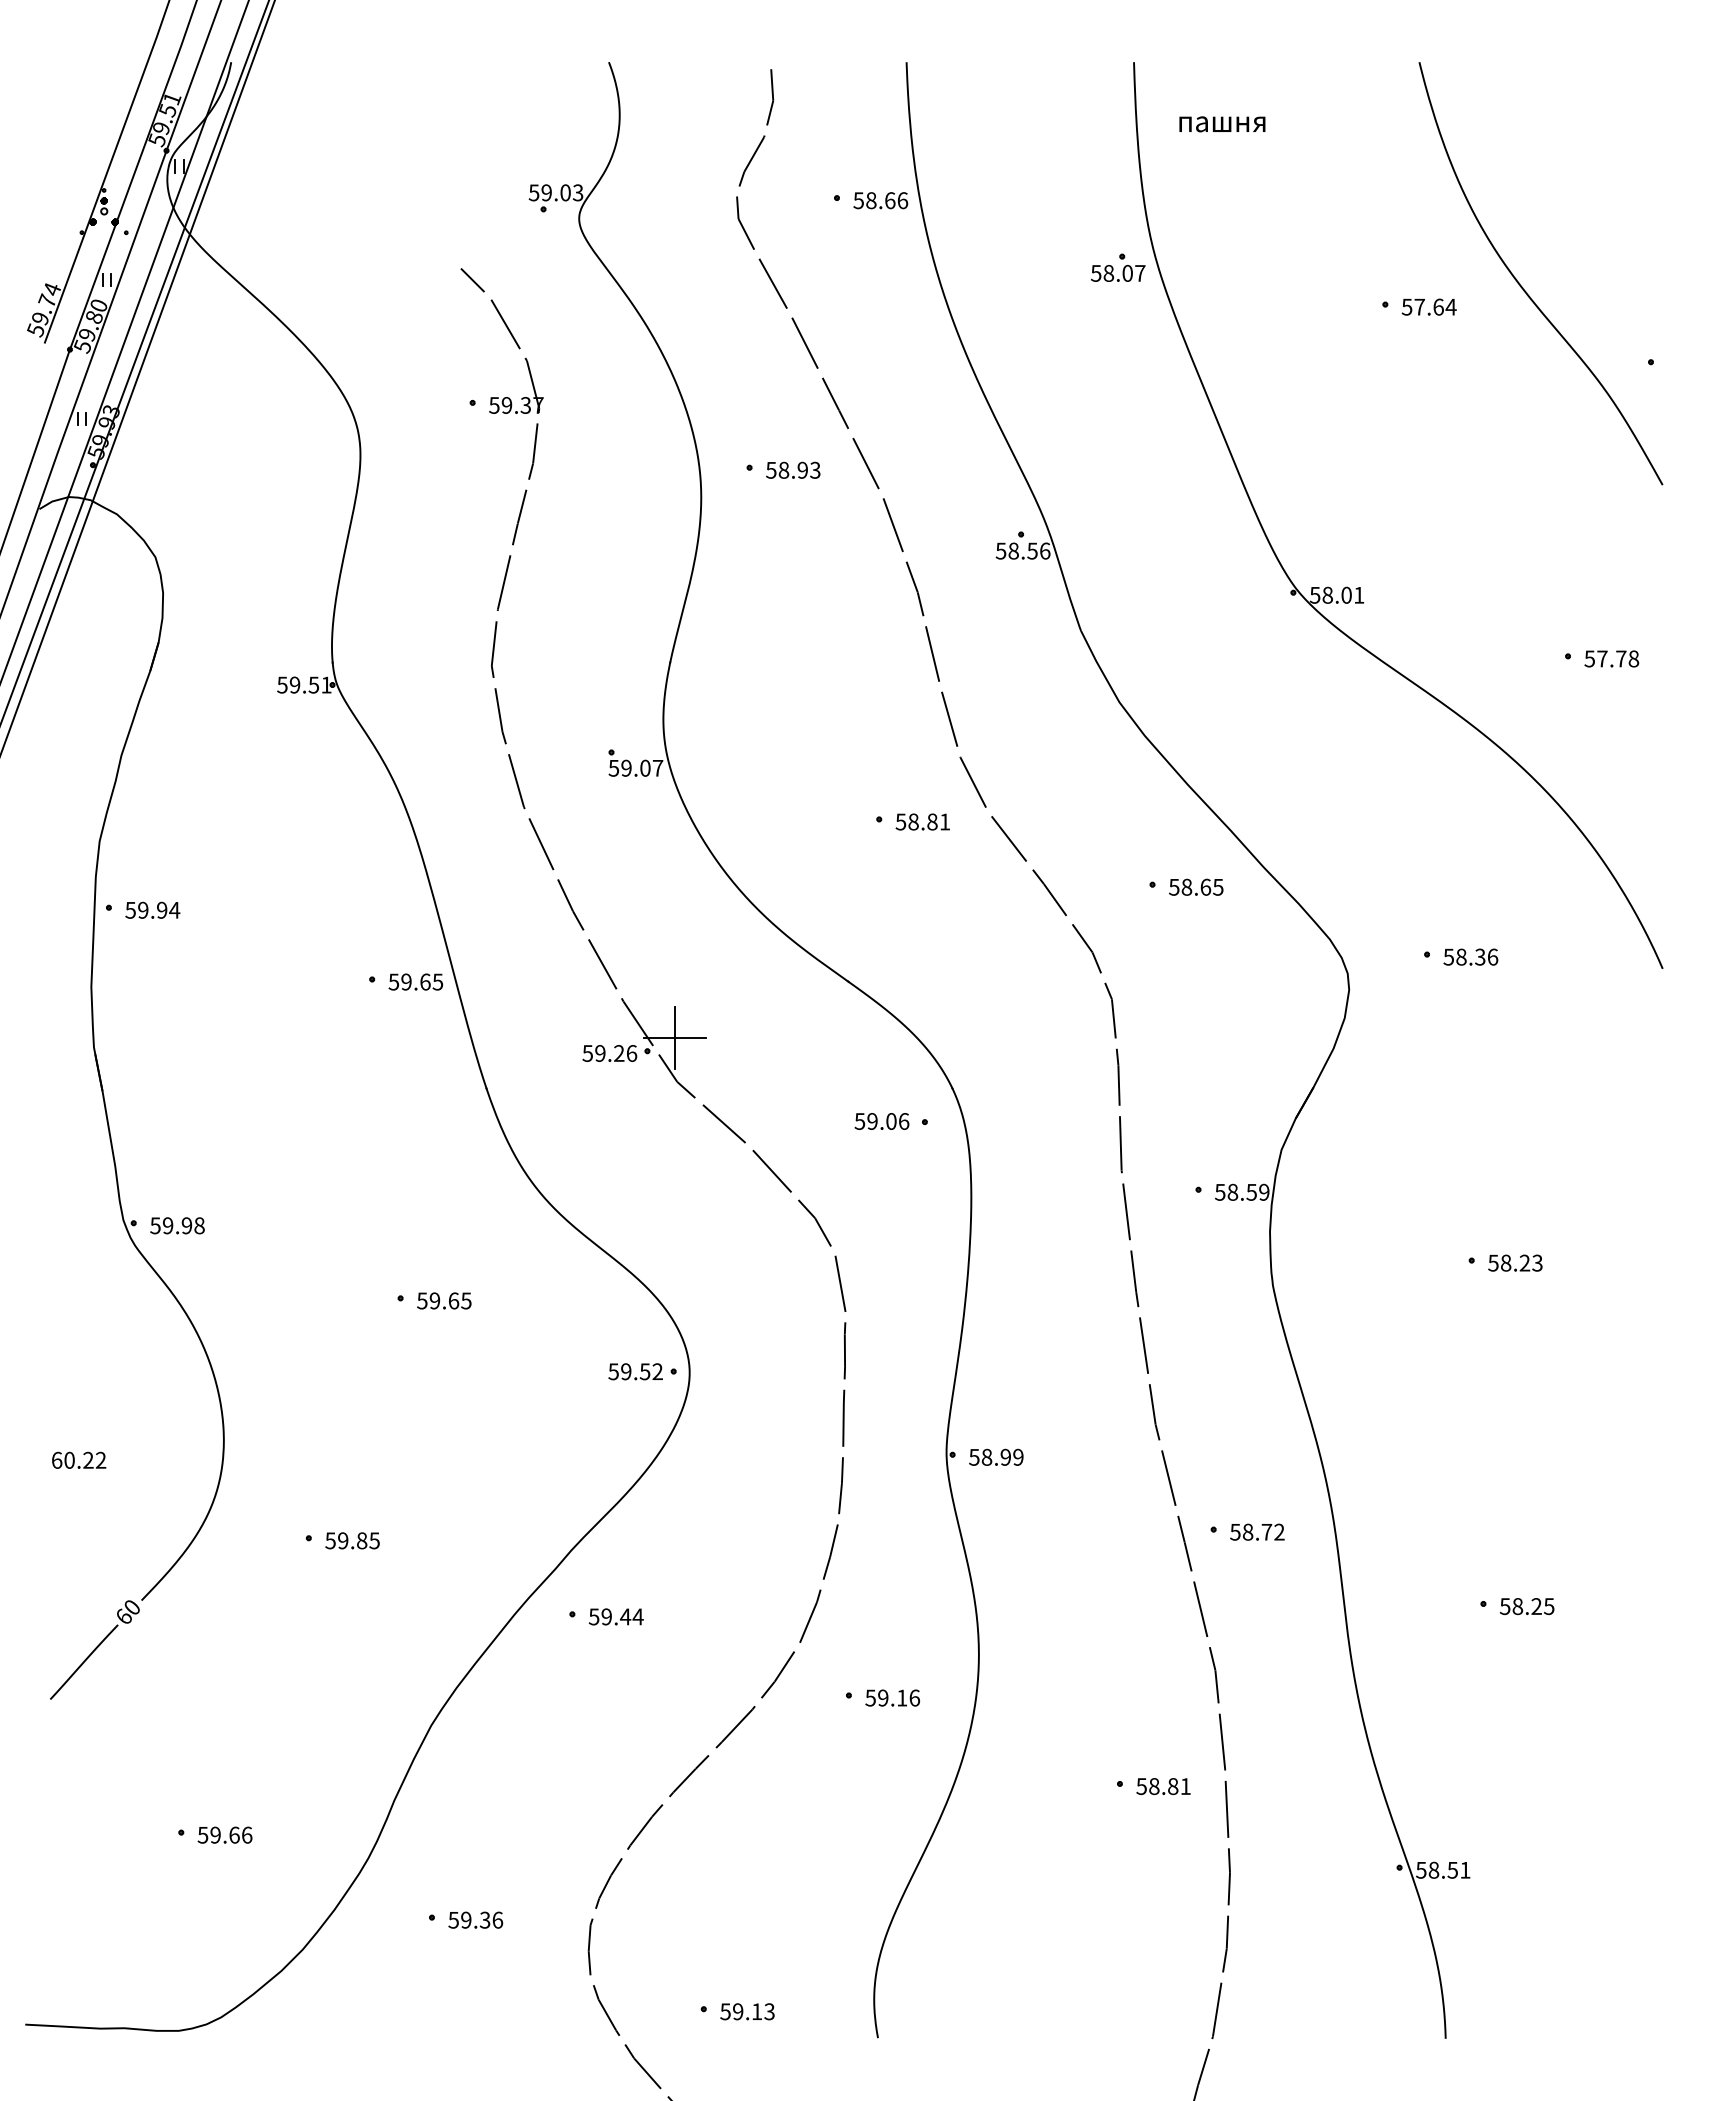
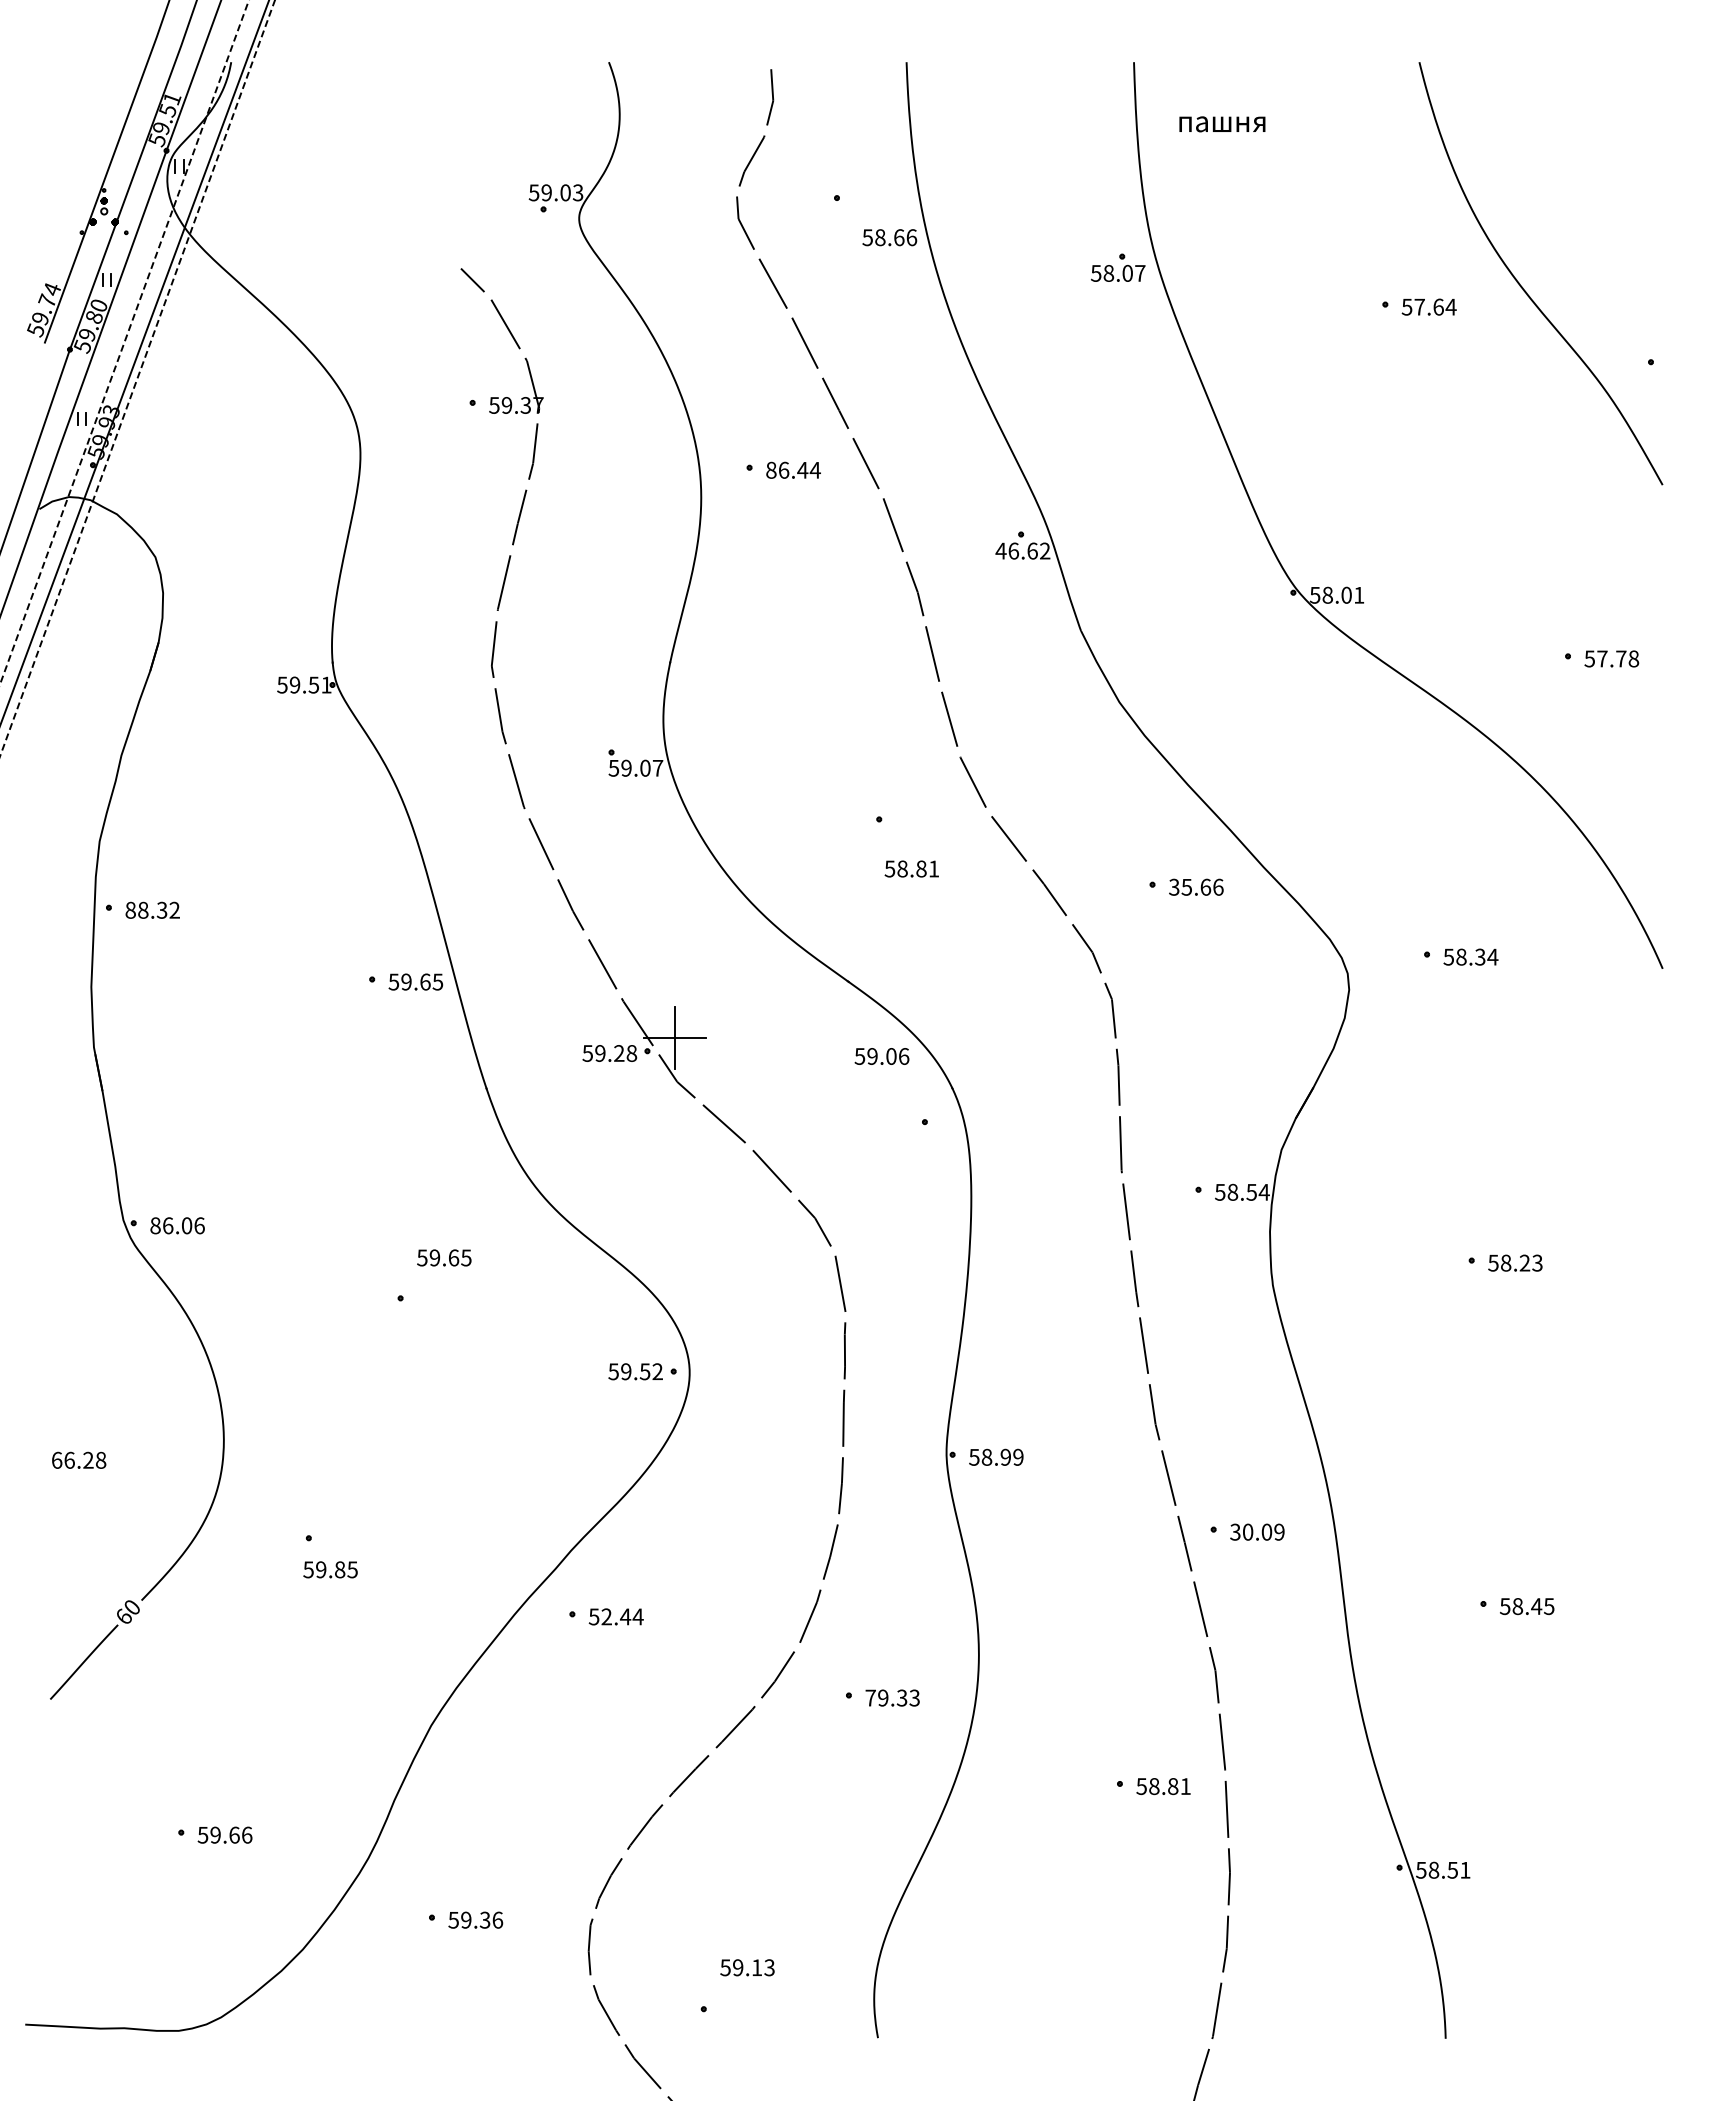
text at (880, 200) position: (880, 200) -> (889, 237)
line at (124, 342): solid -> dashed
line at (137, 378): solid -> dashed
text at (793, 469): 58.93 -> 86.44
text at (1022, 550): 58.56 -> 46.62
text at (922, 821) position: (922, 821) -> (911, 868)
text at (1196, 886): 58.65 -> 35.66
text at (152, 909): 59.94 -> 88.32
text at (1492, 956): 58.36 -> 58.34
text at (631, 1053): 59.26 -> 59.28
text at (881, 1121) position: (881, 1121) -> (881, 1056)
text at (1263, 1191): 58.59 -> 58.54
text at (177, 1225): 59.98 -> 86.06
text at (444, 1300) position: (444, 1300) -> (444, 1257)
text at (85, 1459): 60.22 -> 66.28
text at (1257, 1531): 58.72 -> 30.09
text at (352, 1540) position: (352, 1540) -> (330, 1569)
text at (1536, 1606): 58.25 -> 58.45
text at (606, 1616): 59.44 -> 52.44
text at (892, 1697): 59.16 -> 79.33
text at (747, 2011) position: (747, 2011) -> (747, 1967)
